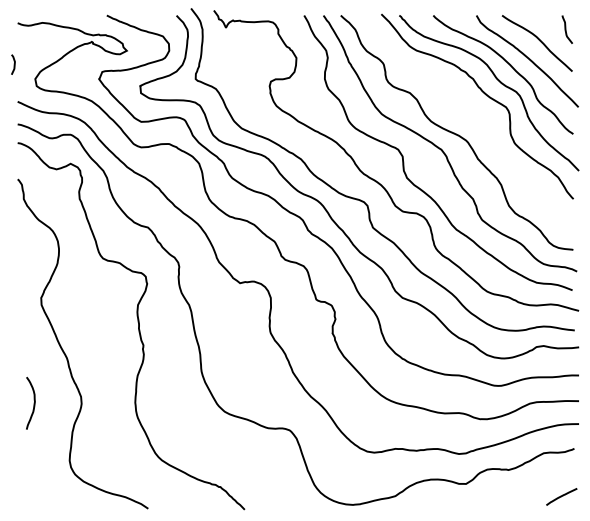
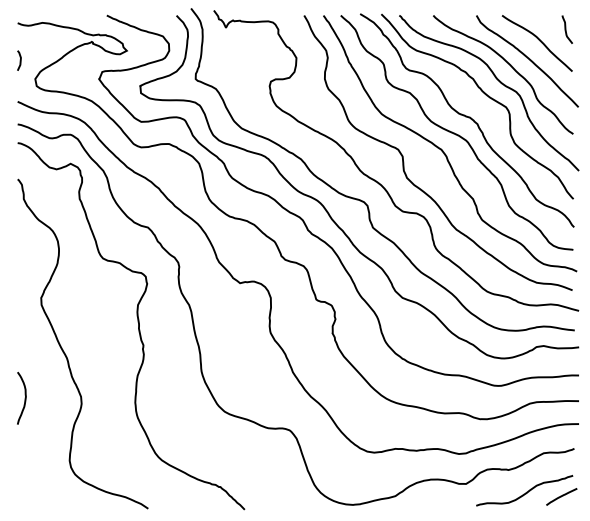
line at (13, 64) position: (13, 64) -> (19, 60)
curve at (468, 118): none -> present
curve at (33, 403) position: (33, 403) -> (24, 398)
curve at (526, 491): none -> present
